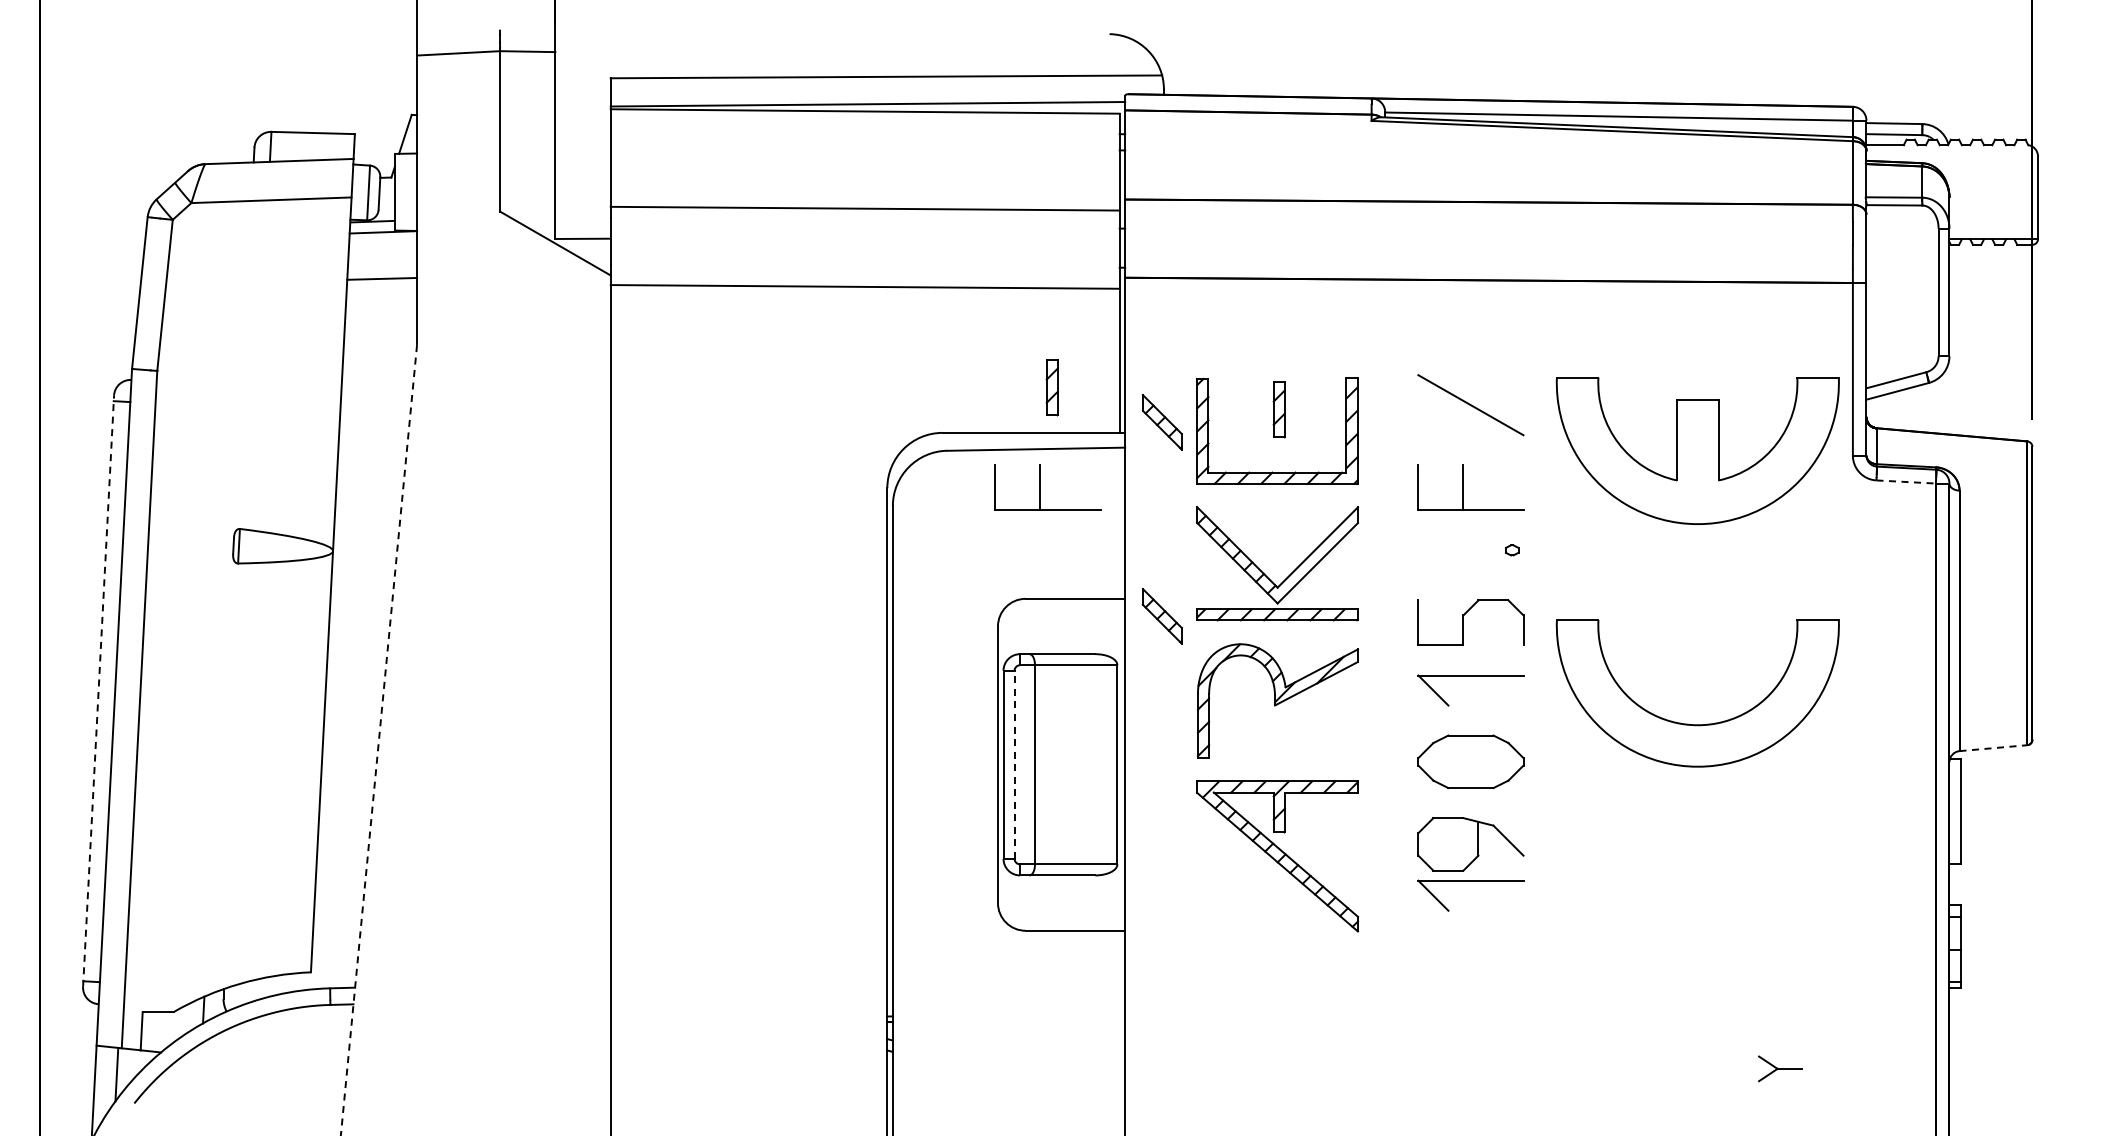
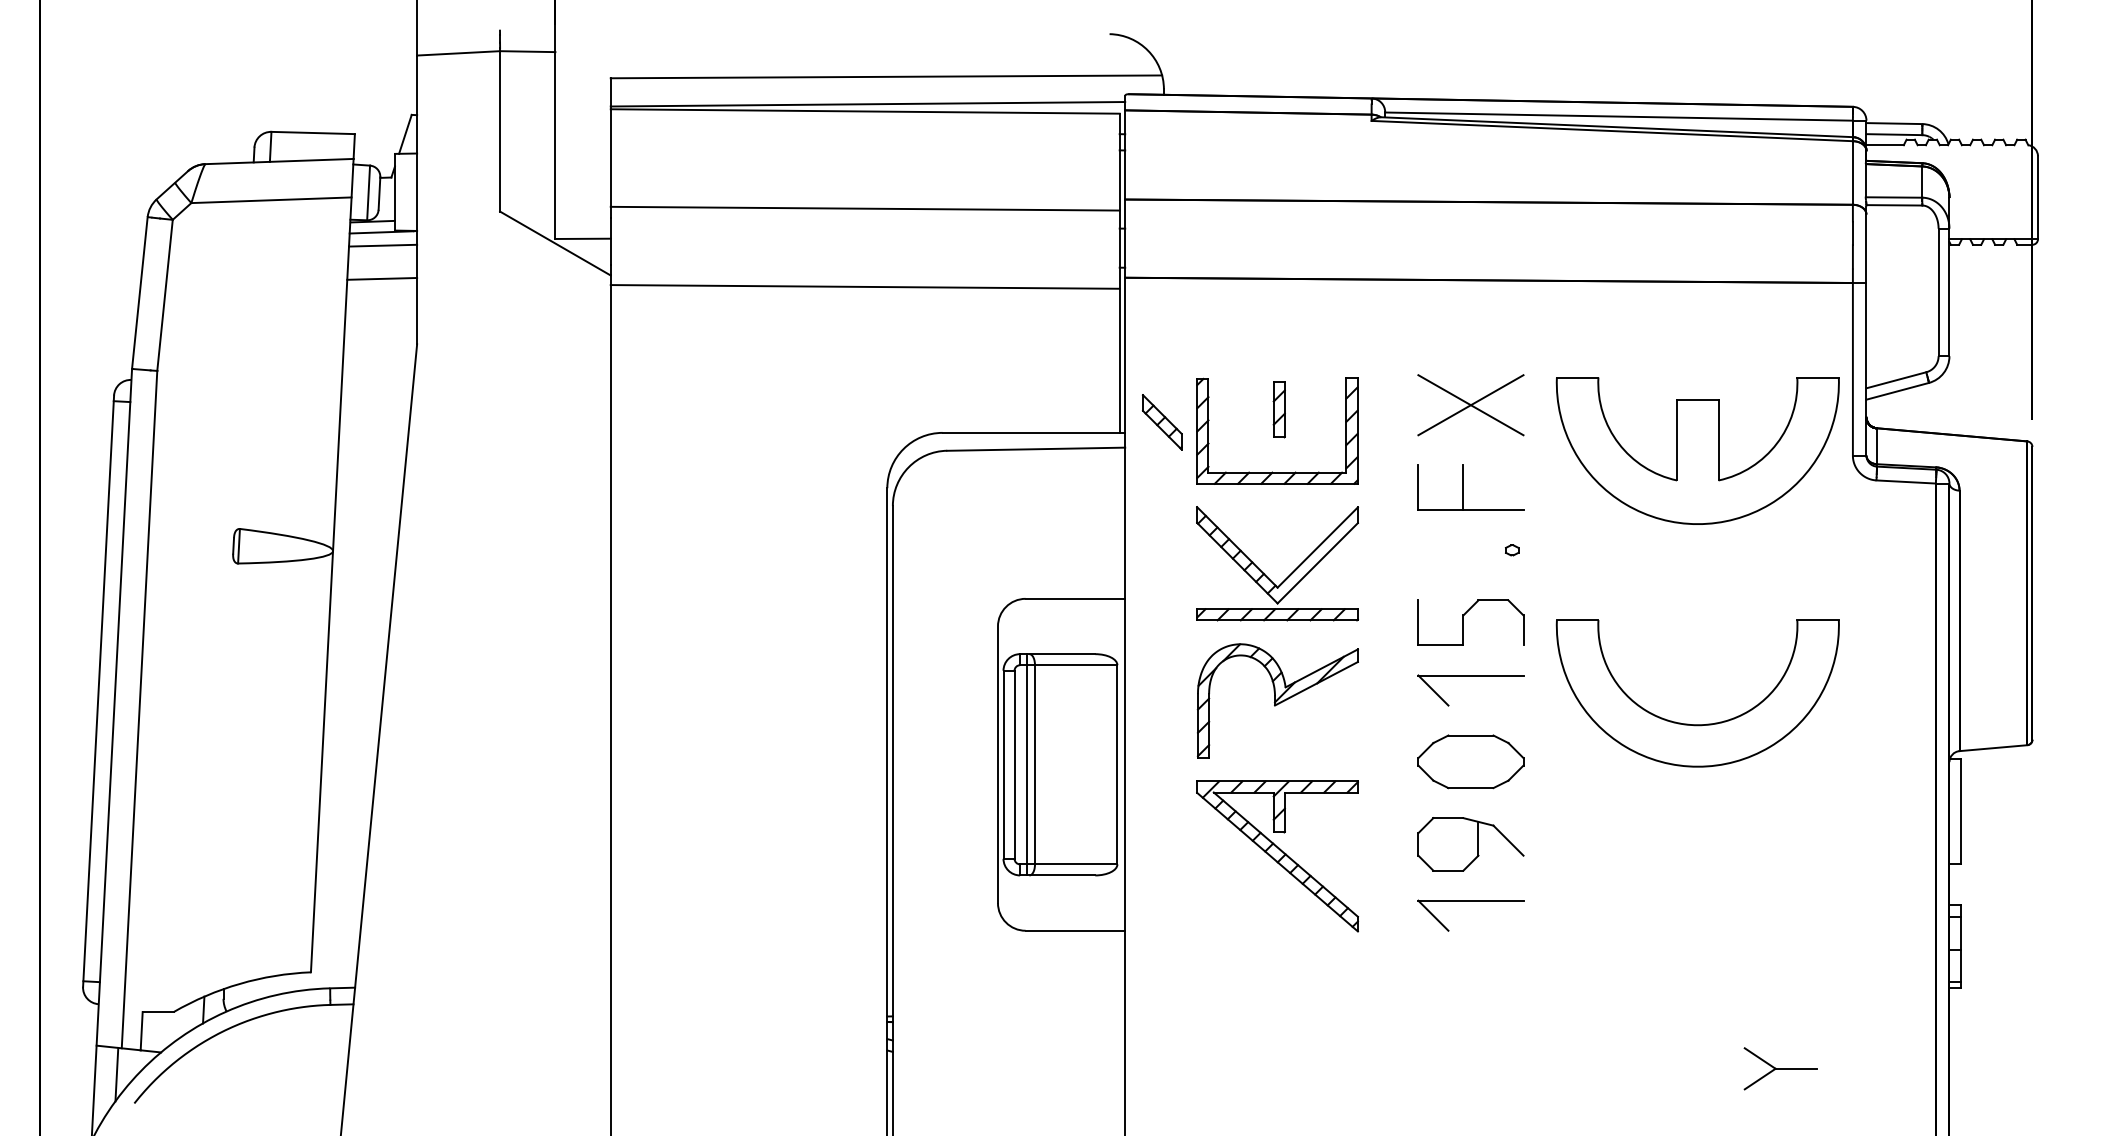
line at (382, 245): none -> present
part at (1051, 387): present -> none
line at (1470, 405): none -> present
line at (1906, 481): dashed -> solid
part at (1040, 487): present -> none
part at (1162, 616): present -> none
line at (98, 691): dashed -> solid
line at (379, 739): dashed -> solid
line at (1993, 748): dashed -> solid
line at (1014, 764): dashed -> solid
line at (1026, 764): none -> present
part at (1470, 881) position: (1470, 881) -> (1470, 901)
part at (1780, 1068) size: 45x28 px -> 75x44 px
